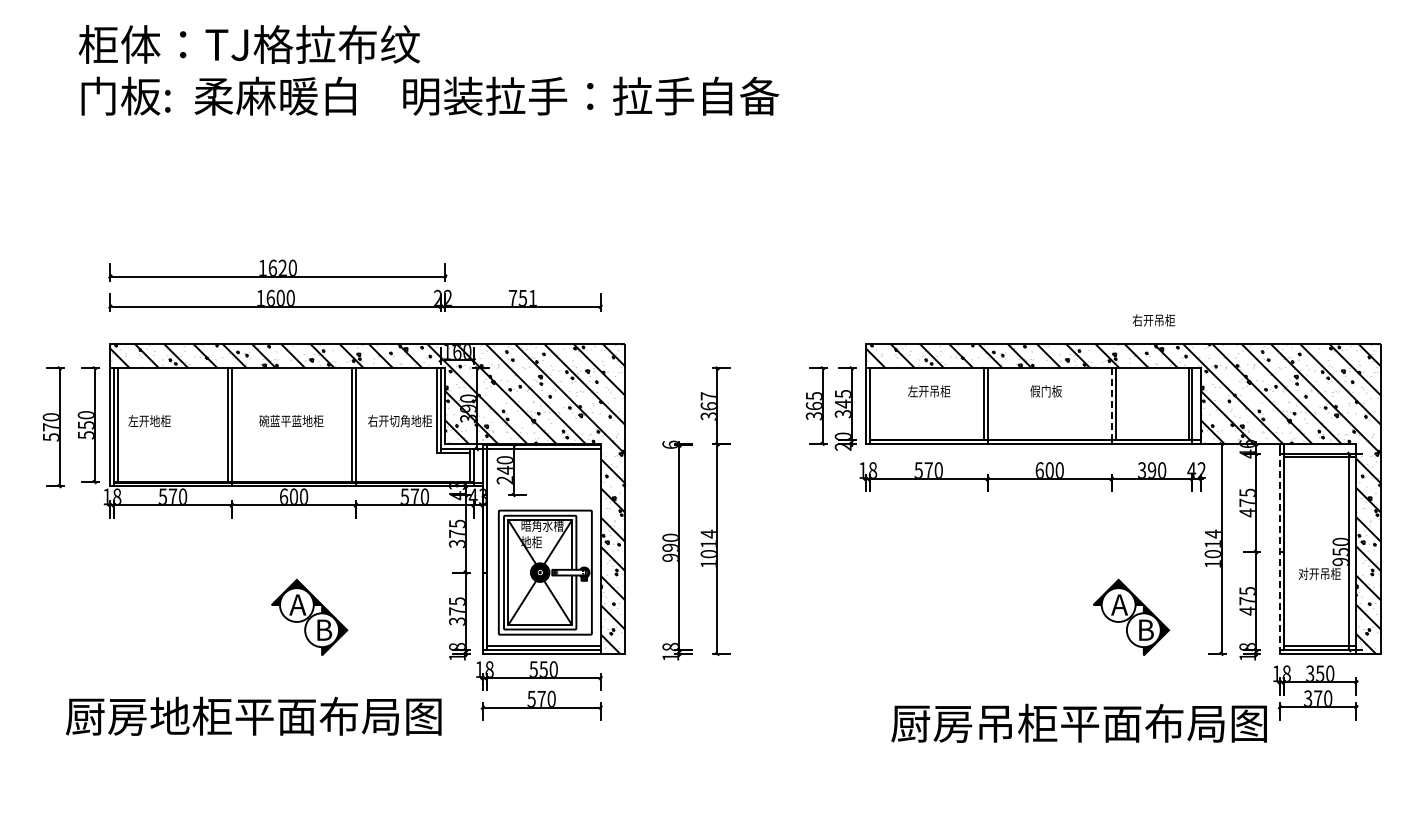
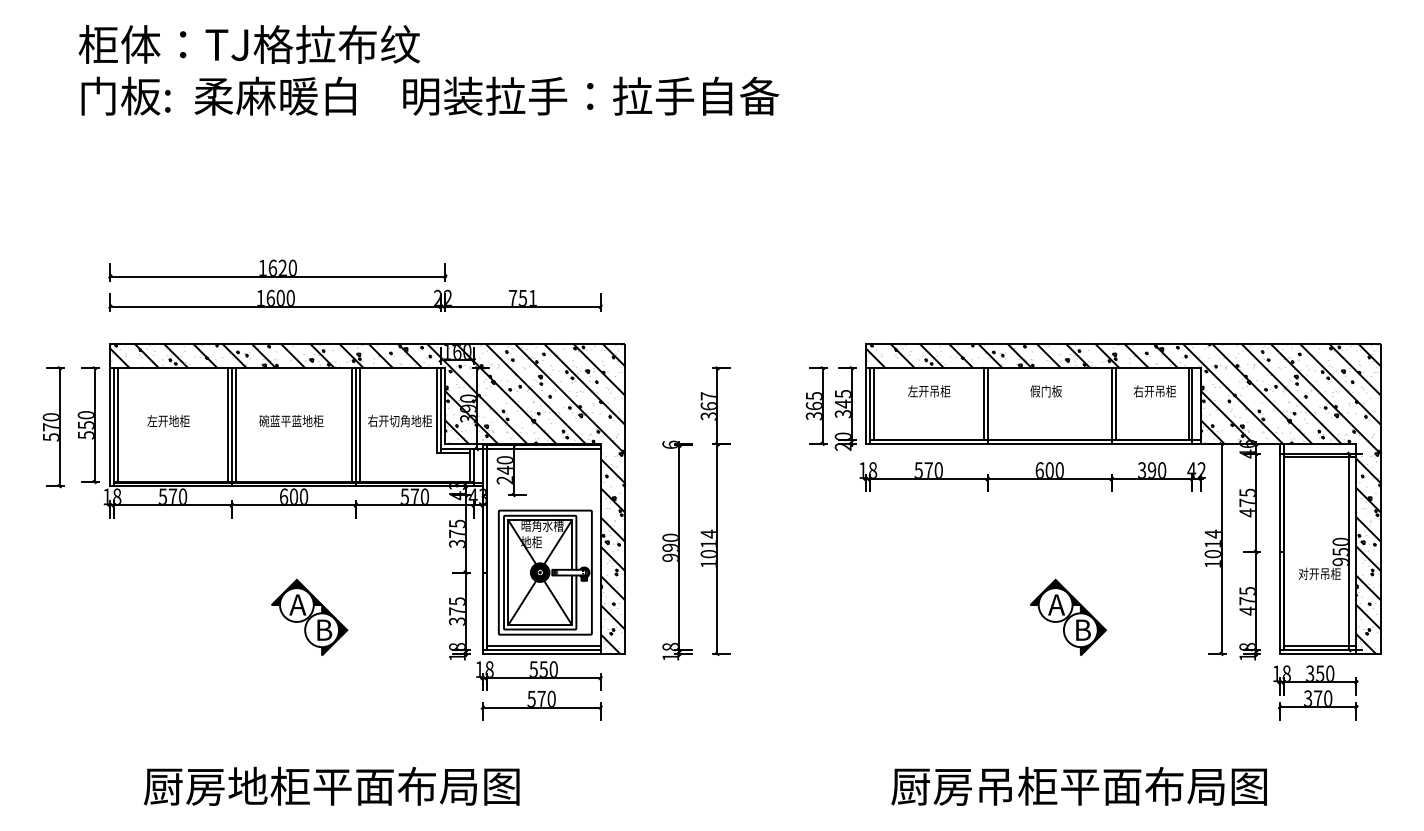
text at (1153, 320) position: (1153, 320) -> (1154, 391)
line at (873, 403): none -> present
line at (1111, 404): dashed -> solid
text at (149, 421) position: (149, 421) -> (168, 421)
line at (235, 425): none -> present
line at (359, 425): none -> present
line at (1279, 549): dashed -> solid
part at (1131, 616) position: (1131, 616) -> (1068, 616)
text at (253, 715) position: (253, 715) -> (331, 785)
text at (1078, 722) position: (1078, 722) -> (1078, 785)
